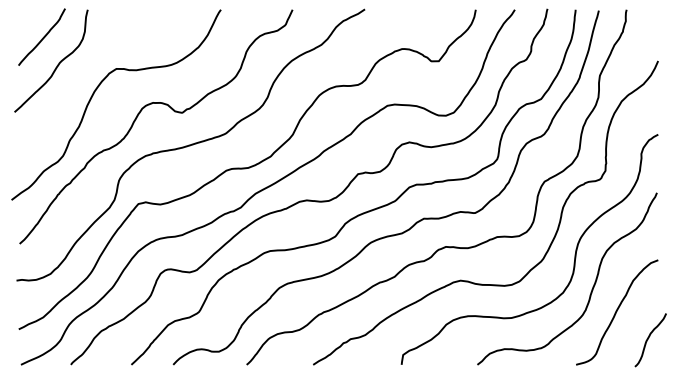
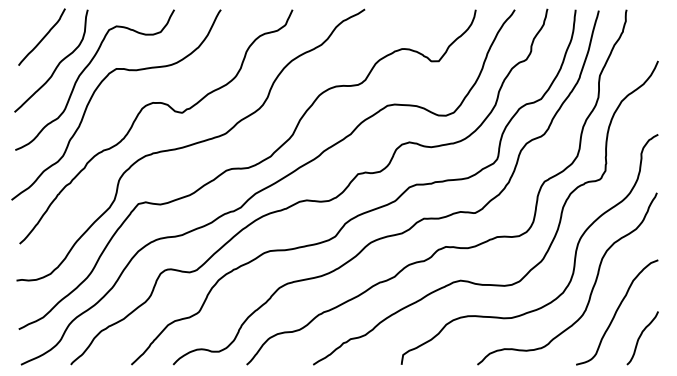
curve at (83, 72): none -> present
curve at (649, 338) position: (649, 338) -> (641, 336)
